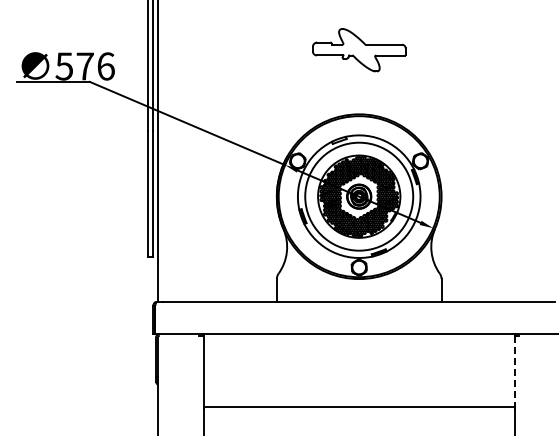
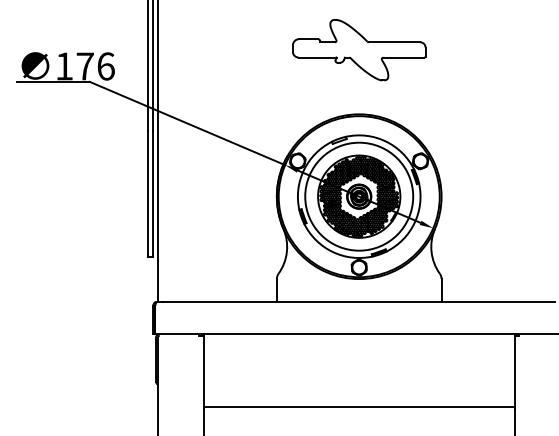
part at (359, 50) size: 95x45 px -> 135x63 px
text at (63, 66): 576 -> 176
line at (514, 371): dashed -> solid
